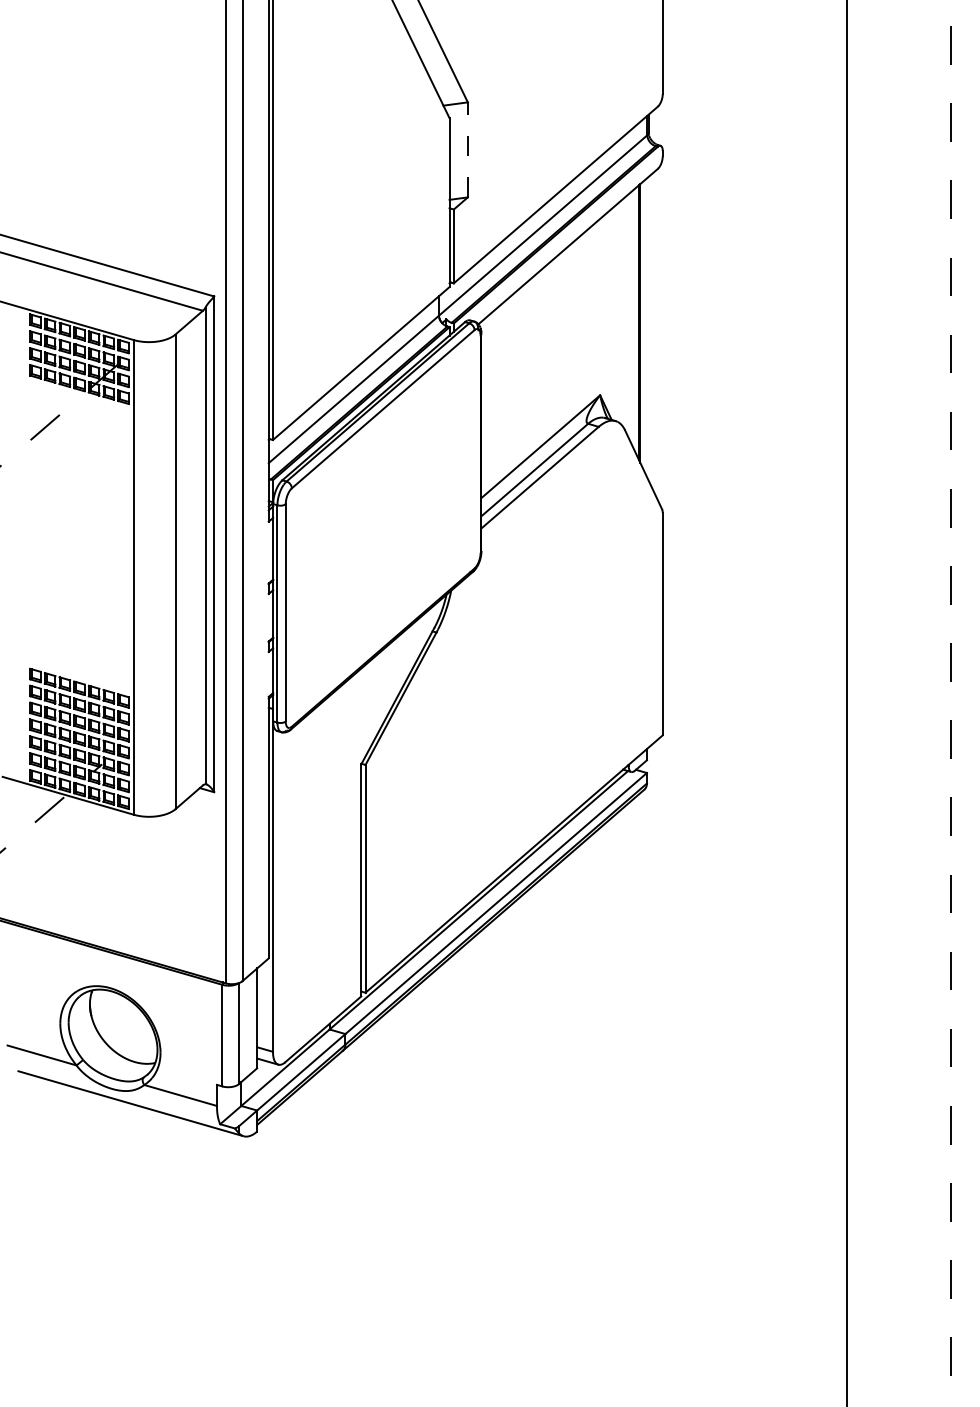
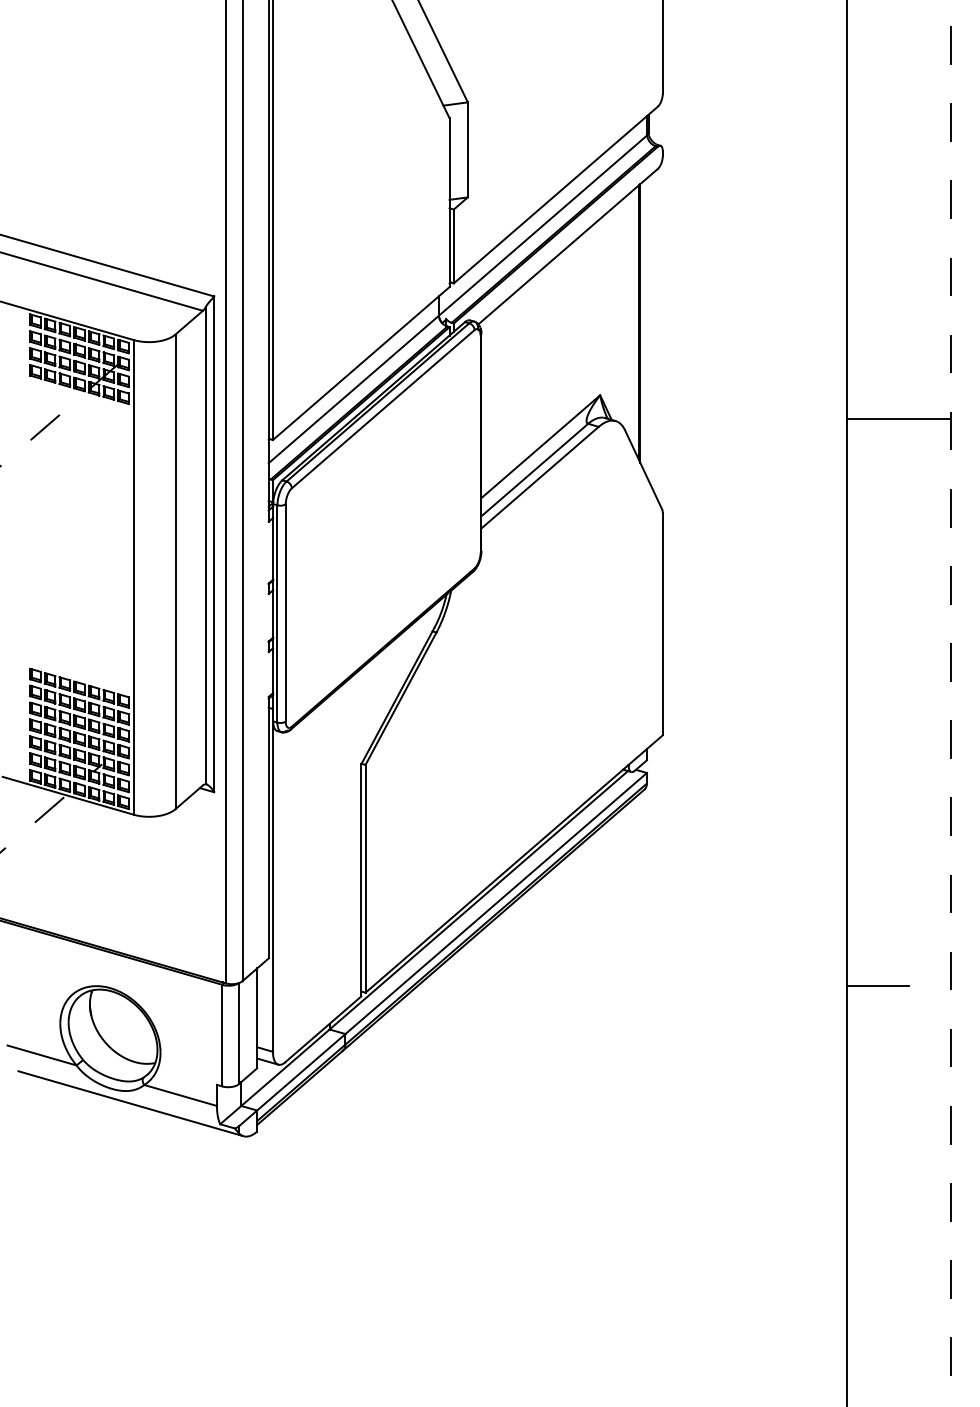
line at (467, 149): dashed -> solid
line at (898, 418): none -> present
line at (878, 985): none -> present
